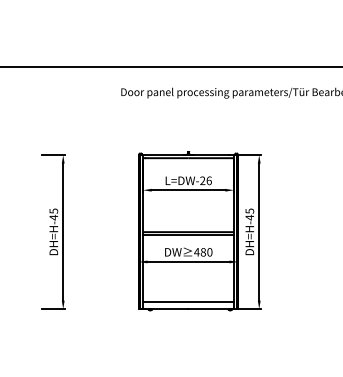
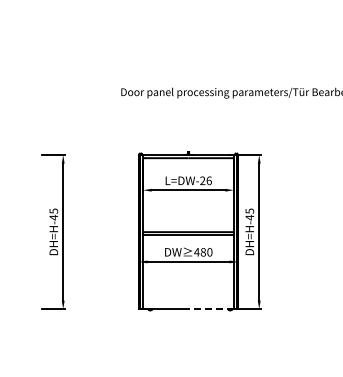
line at (170, 66): present -> none
line at (188, 302): present -> none
line at (211, 309): solid -> dashed
